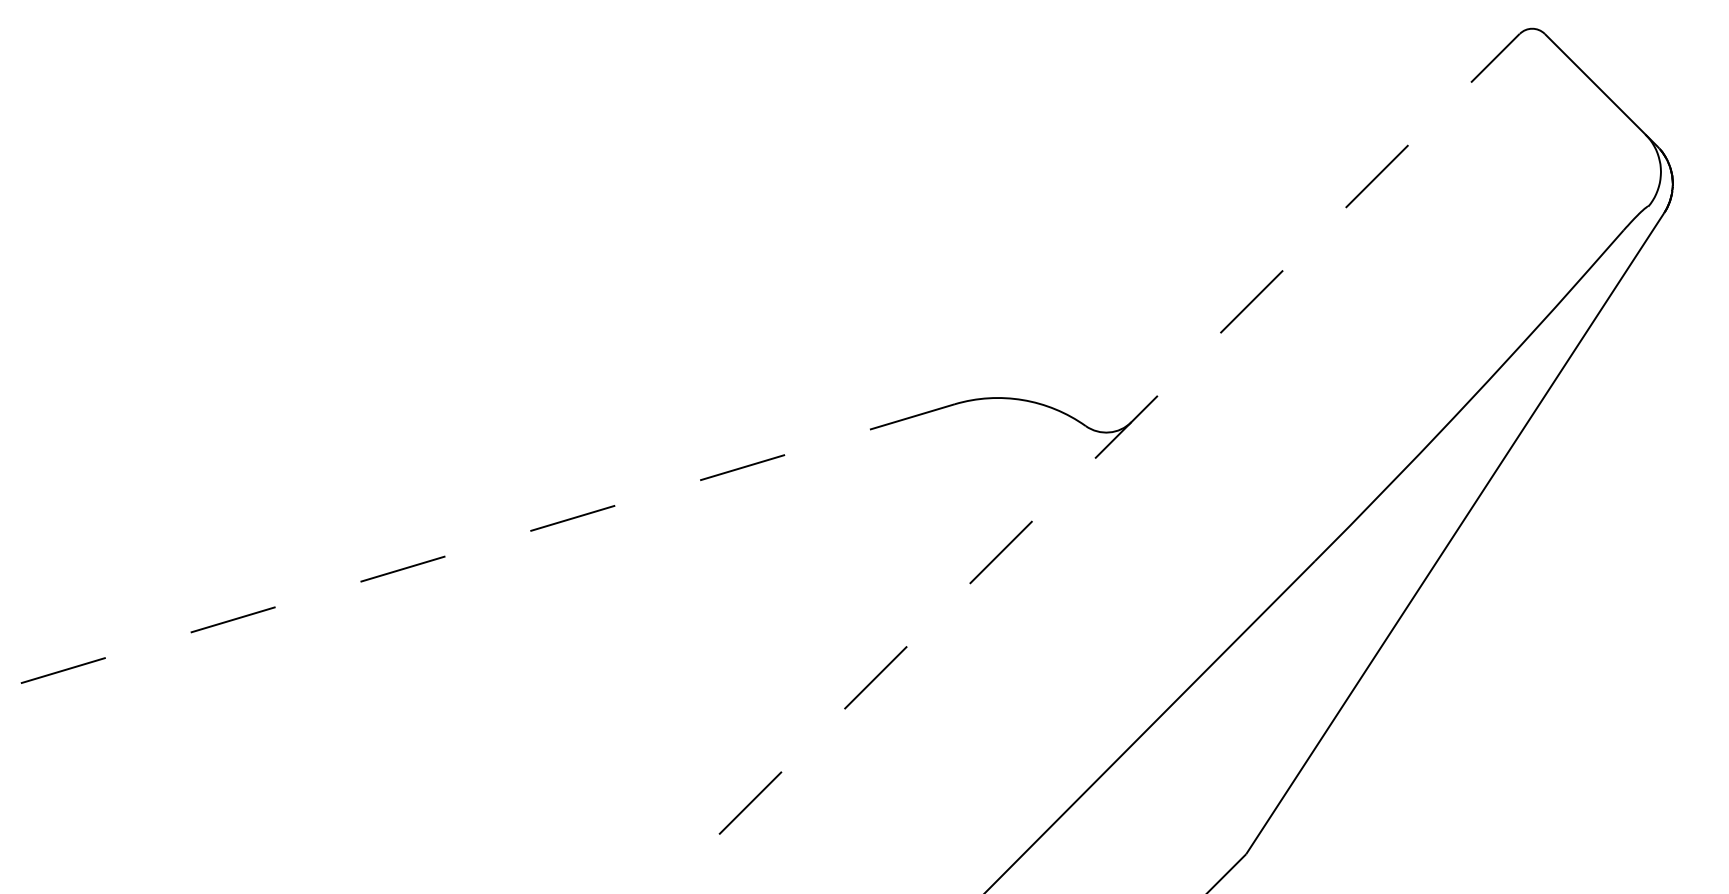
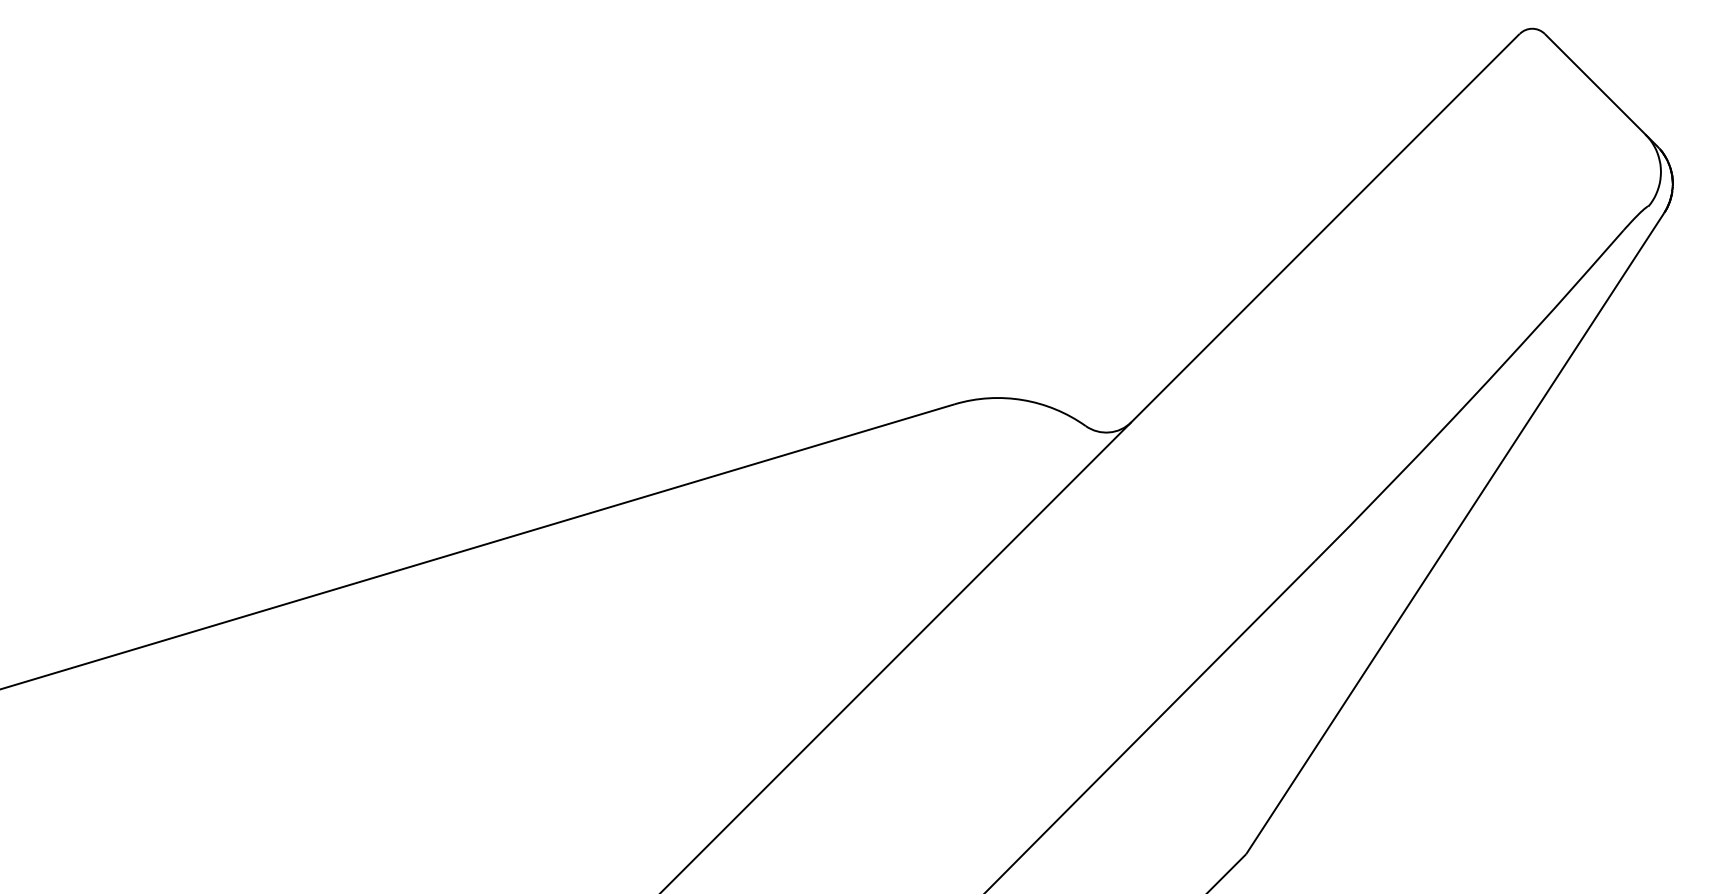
line at (1089, 463): dashed -> solid
line at (477, 546): dashed -> solid
